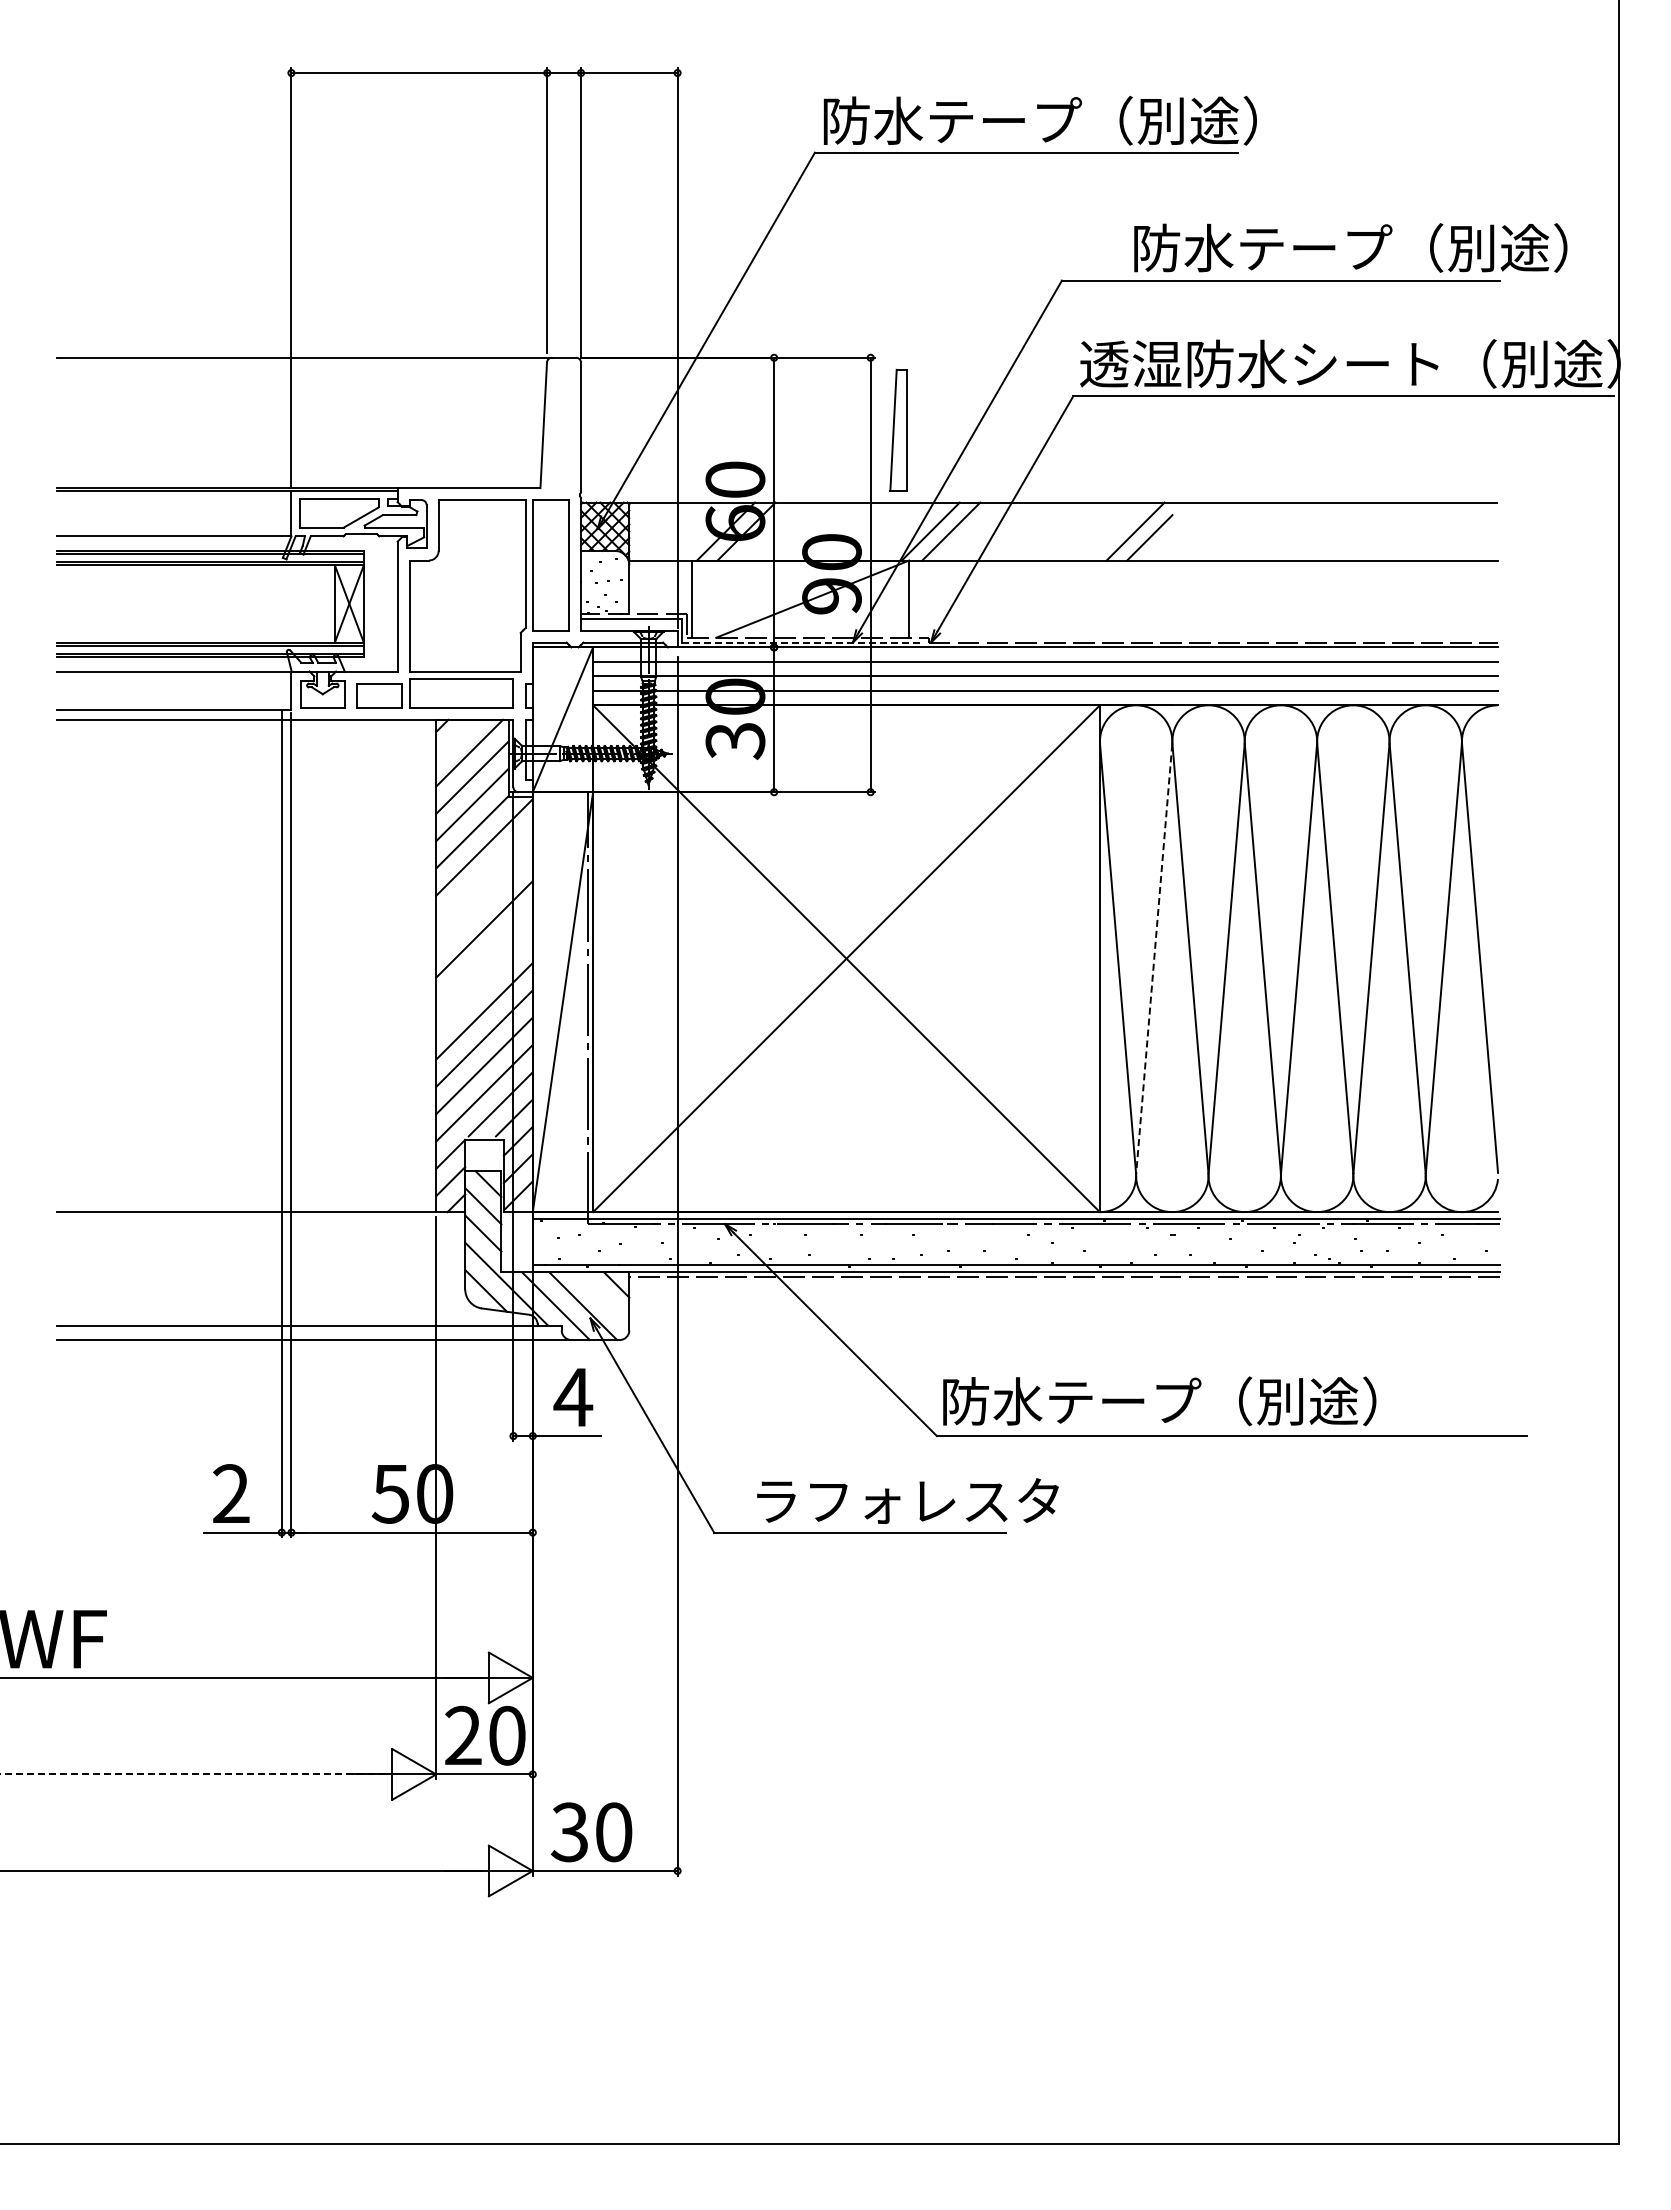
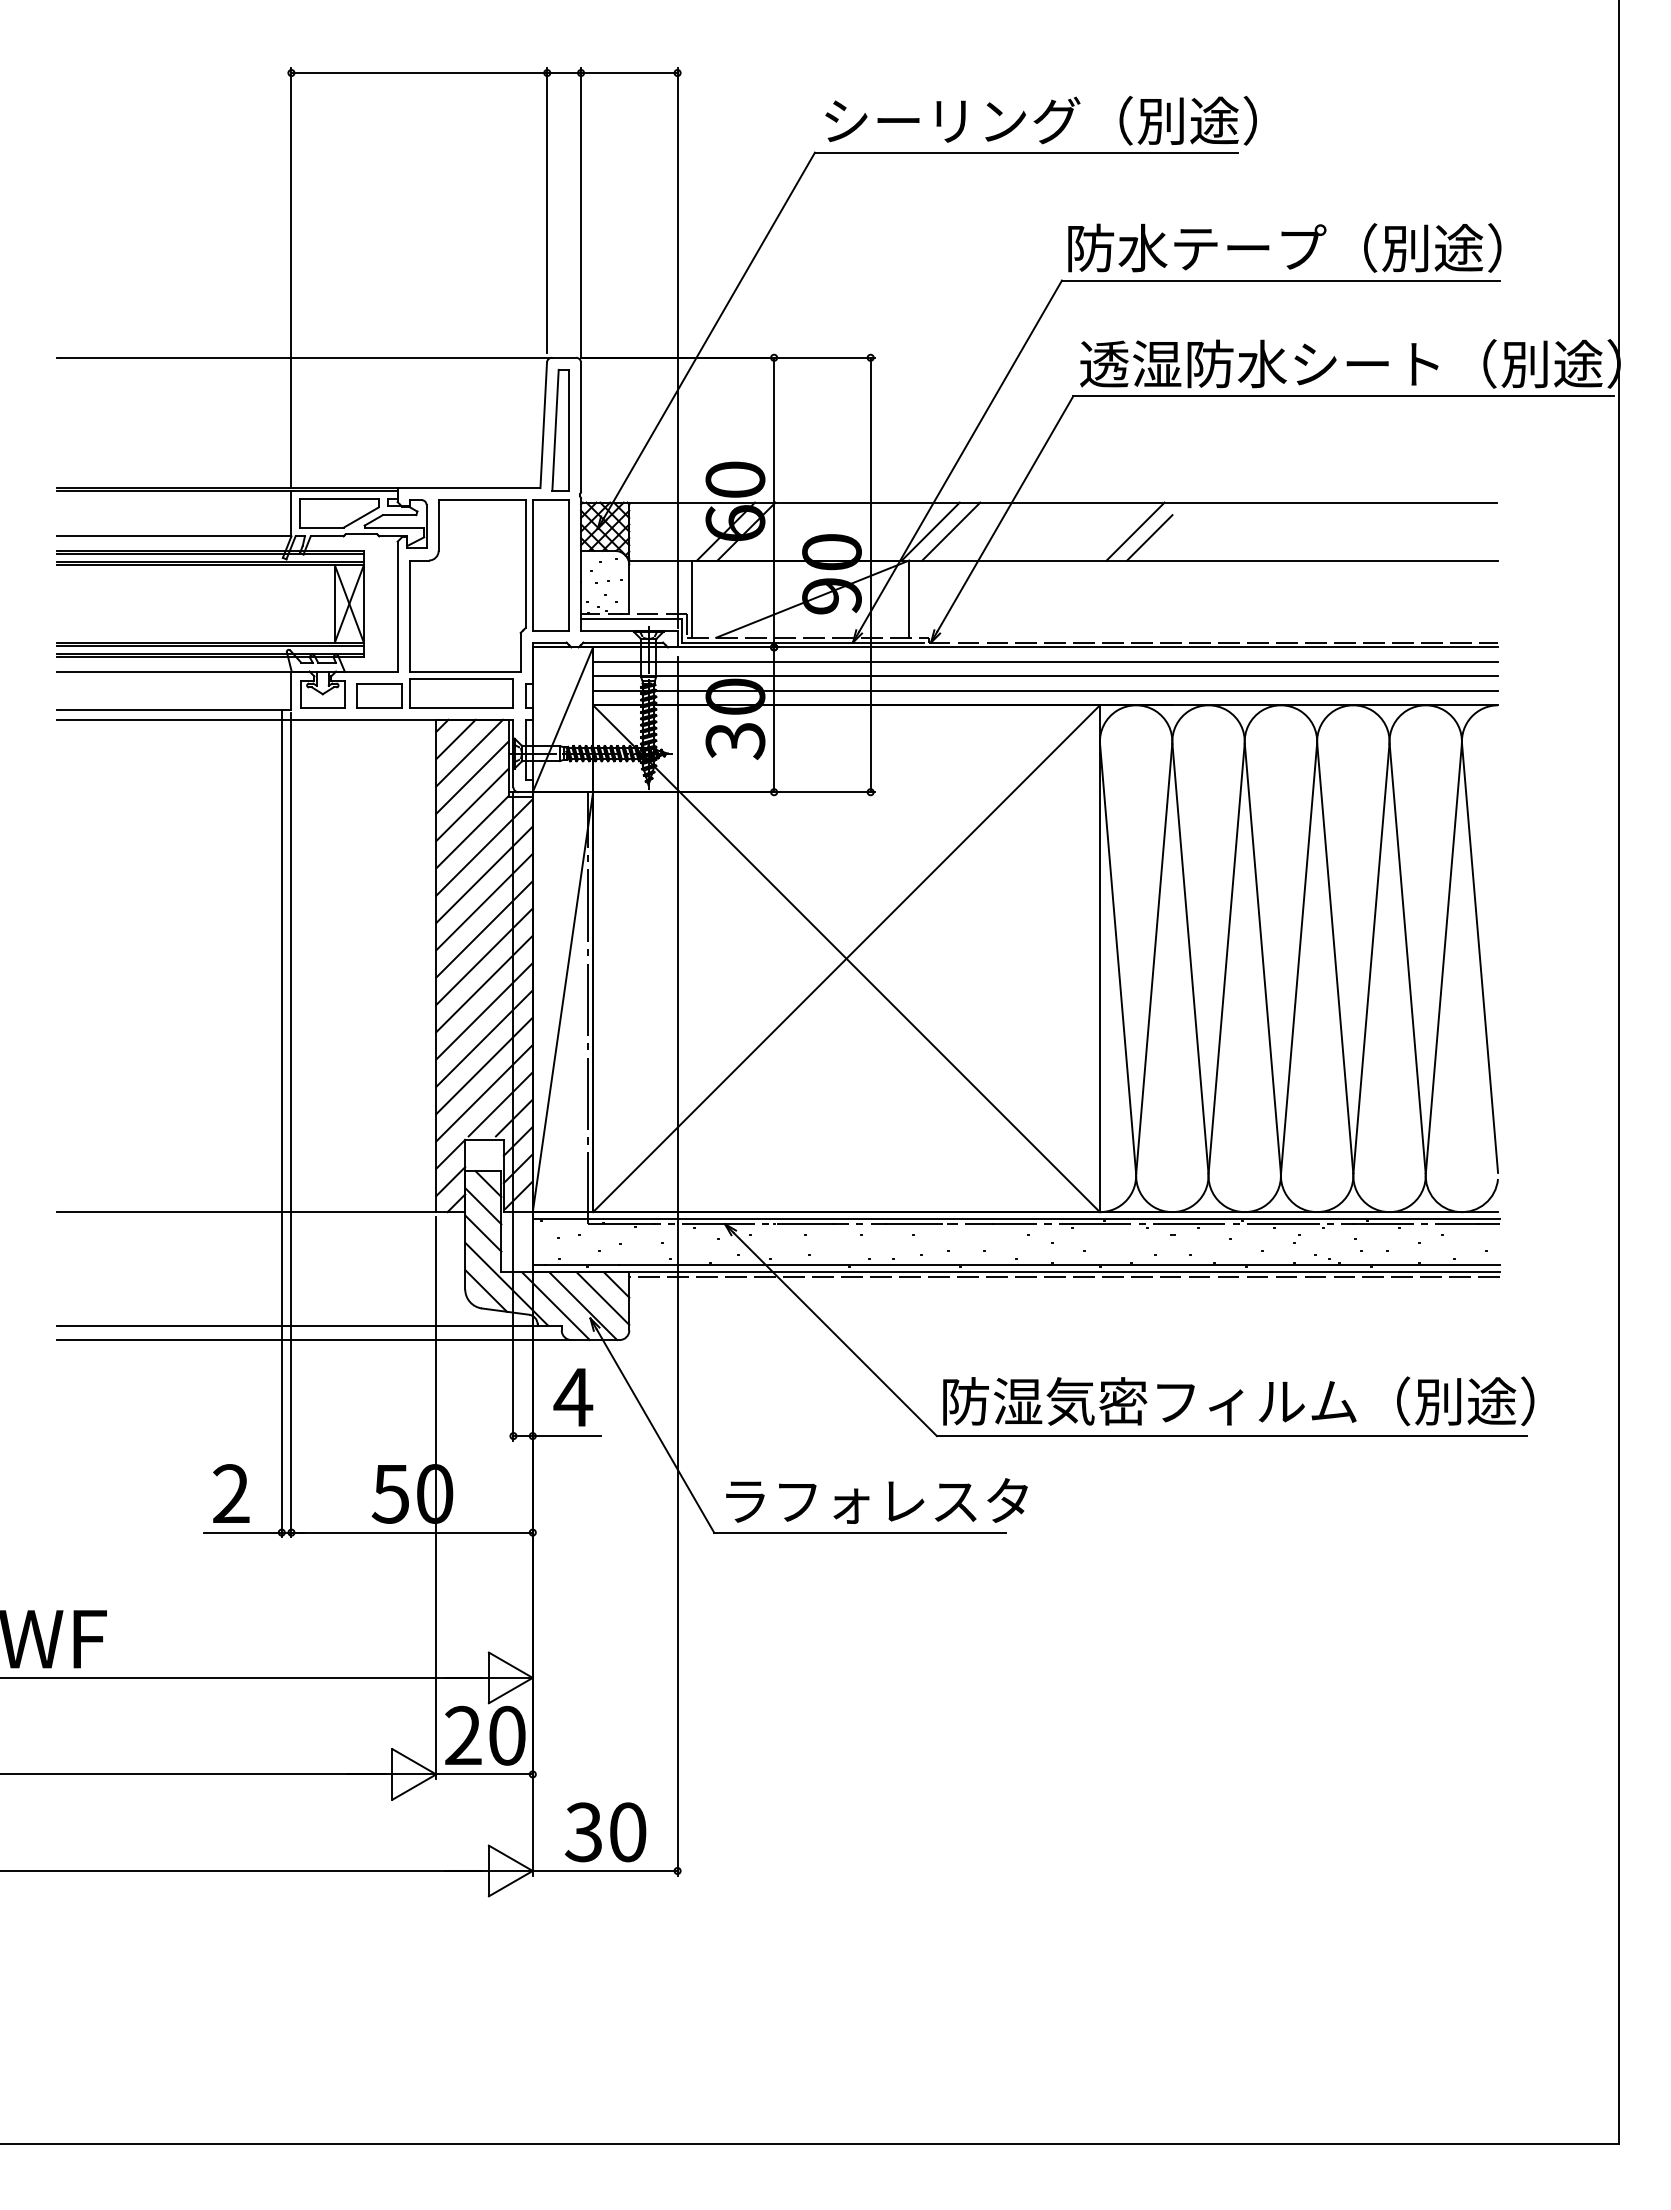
text at (952, 120): 防水テープ（別途） -> シーリング（別途）
text at (1350, 247) position: (1350, 247) -> (1284, 247)
part at (898, 430) position: (898, 430) -> (560, 430)
line at (803, 642): dashed -> solid
line at (455, 739): none -> present
line at (484, 874): none -> present
line at (484, 901): none -> present
line at (484, 956): none -> present
line at (1154, 958): dashed -> solid
line at (484, 983): none -> present
line at (602, 1298): none -> present
text at (1263, 1401): 防水テープ（別途） -> 防湿気密フィルム（別途）
text at (907, 1500) position: (907, 1500) -> (876, 1500)
line at (192, 1774): dashed -> solid
text at (591, 1832) position: (591, 1832) -> (605, 1832)
